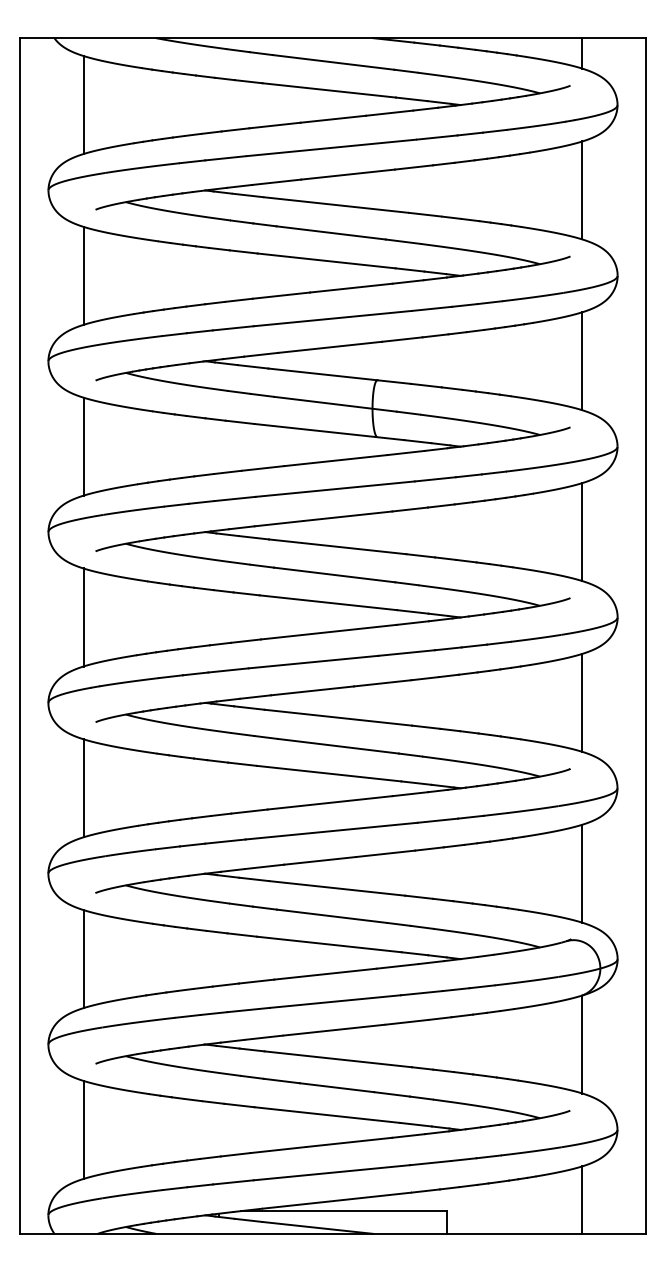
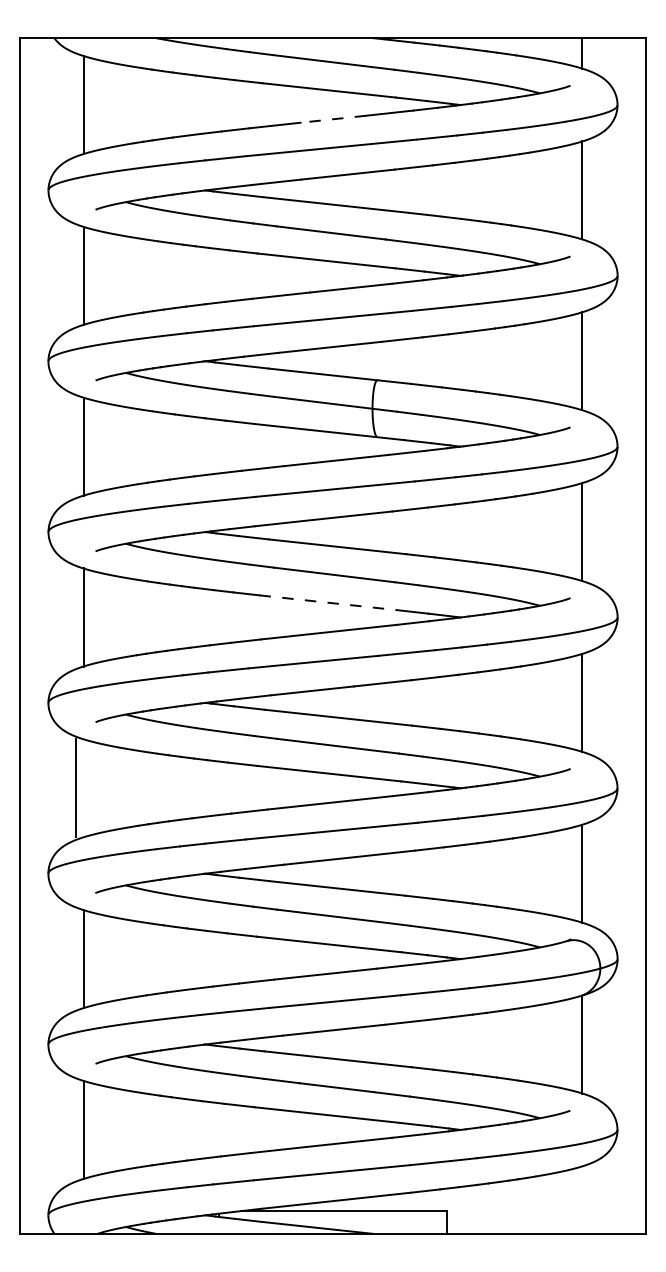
line at (333, 119): solid -> dashed
line at (328, 602): solid -> dashed
line at (83, 788) position: (83, 788) -> (75, 788)
line at (582, 1199): present -> none
